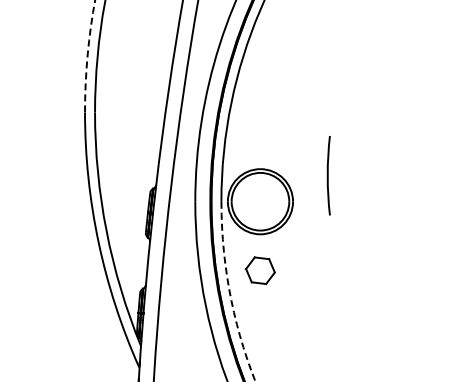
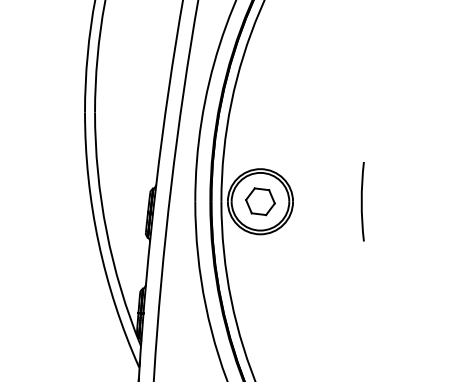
arc at (87, 55): dashed -> solid
arc at (328, 175) position: (328, 175) -> (362, 201)
part at (260, 270) position: (260, 270) -> (260, 201)
arc at (230, 294): dashed -> solid
